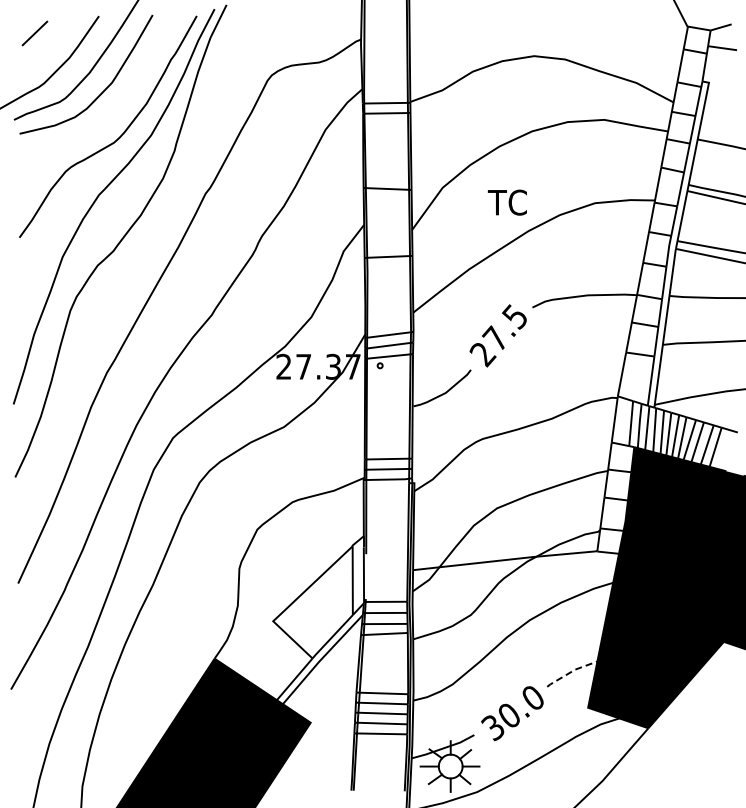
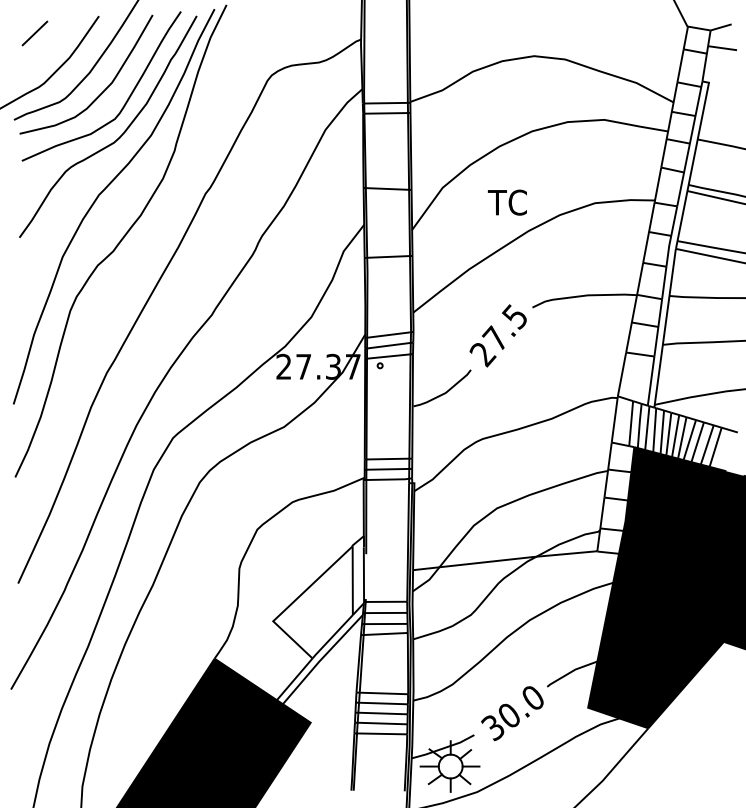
curve at (124, 103): none -> present
line at (571, 672): dashed -> solid
